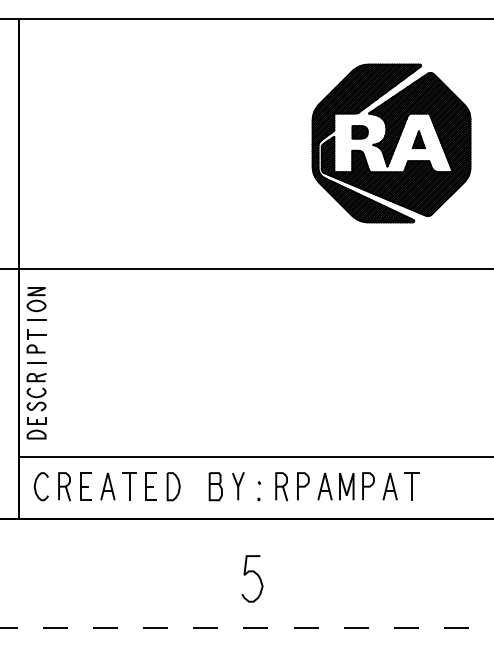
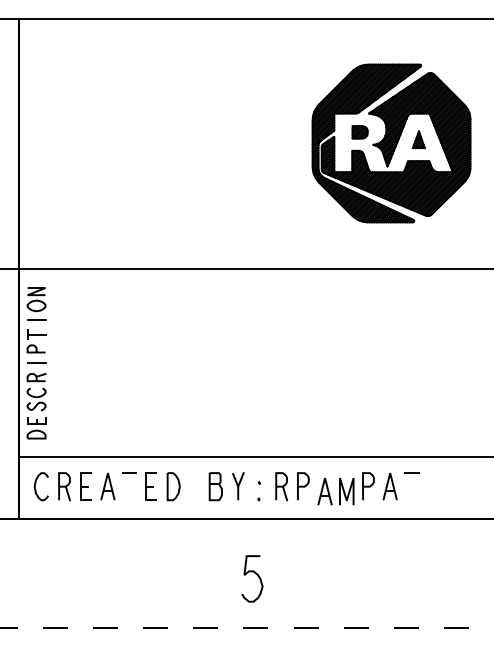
line at (129, 486): present -> none
part at (335, 486) position: (335, 486) -> (335, 491)
line at (411, 486): present -> none
